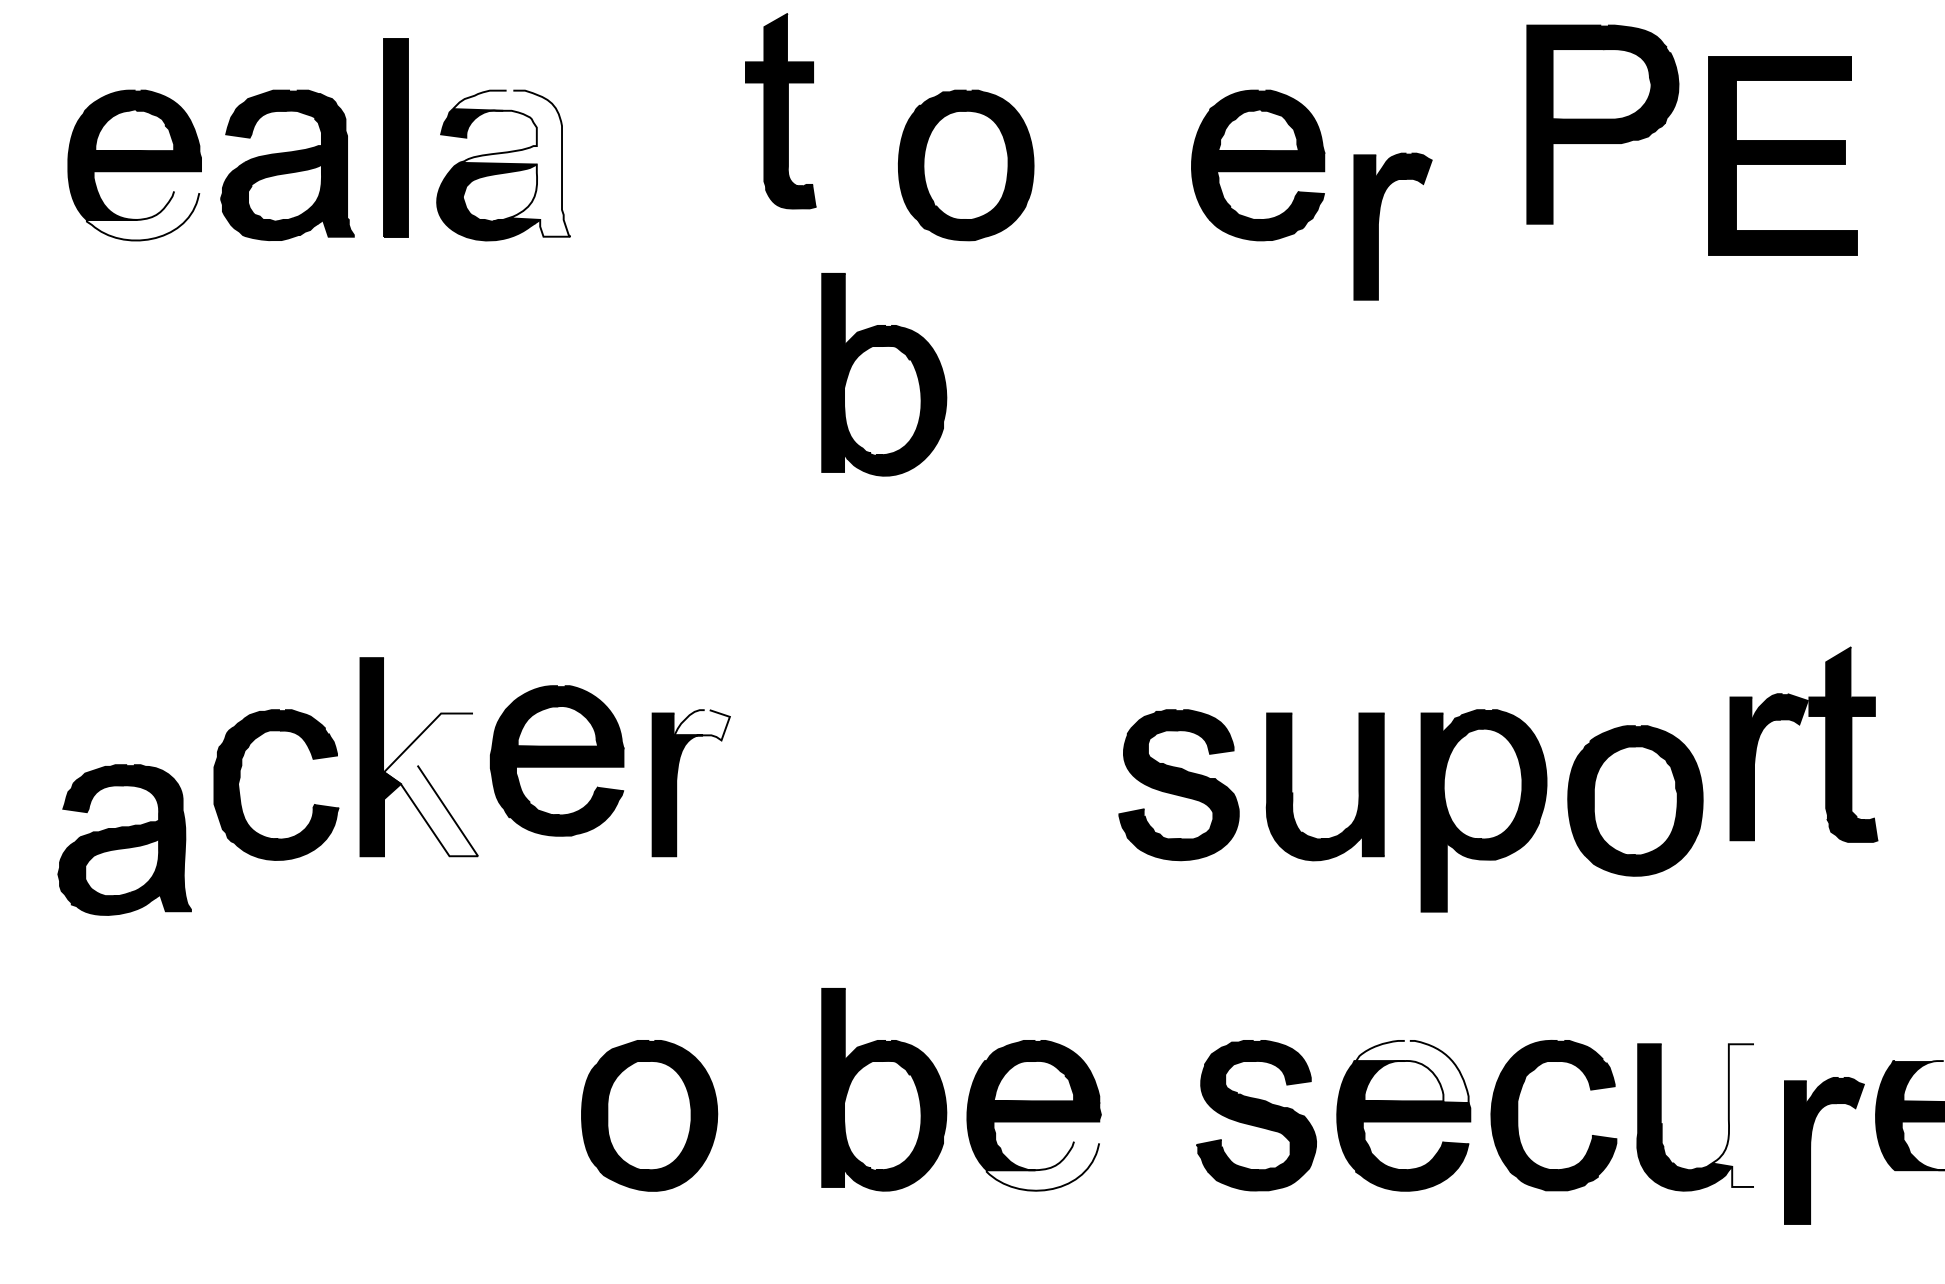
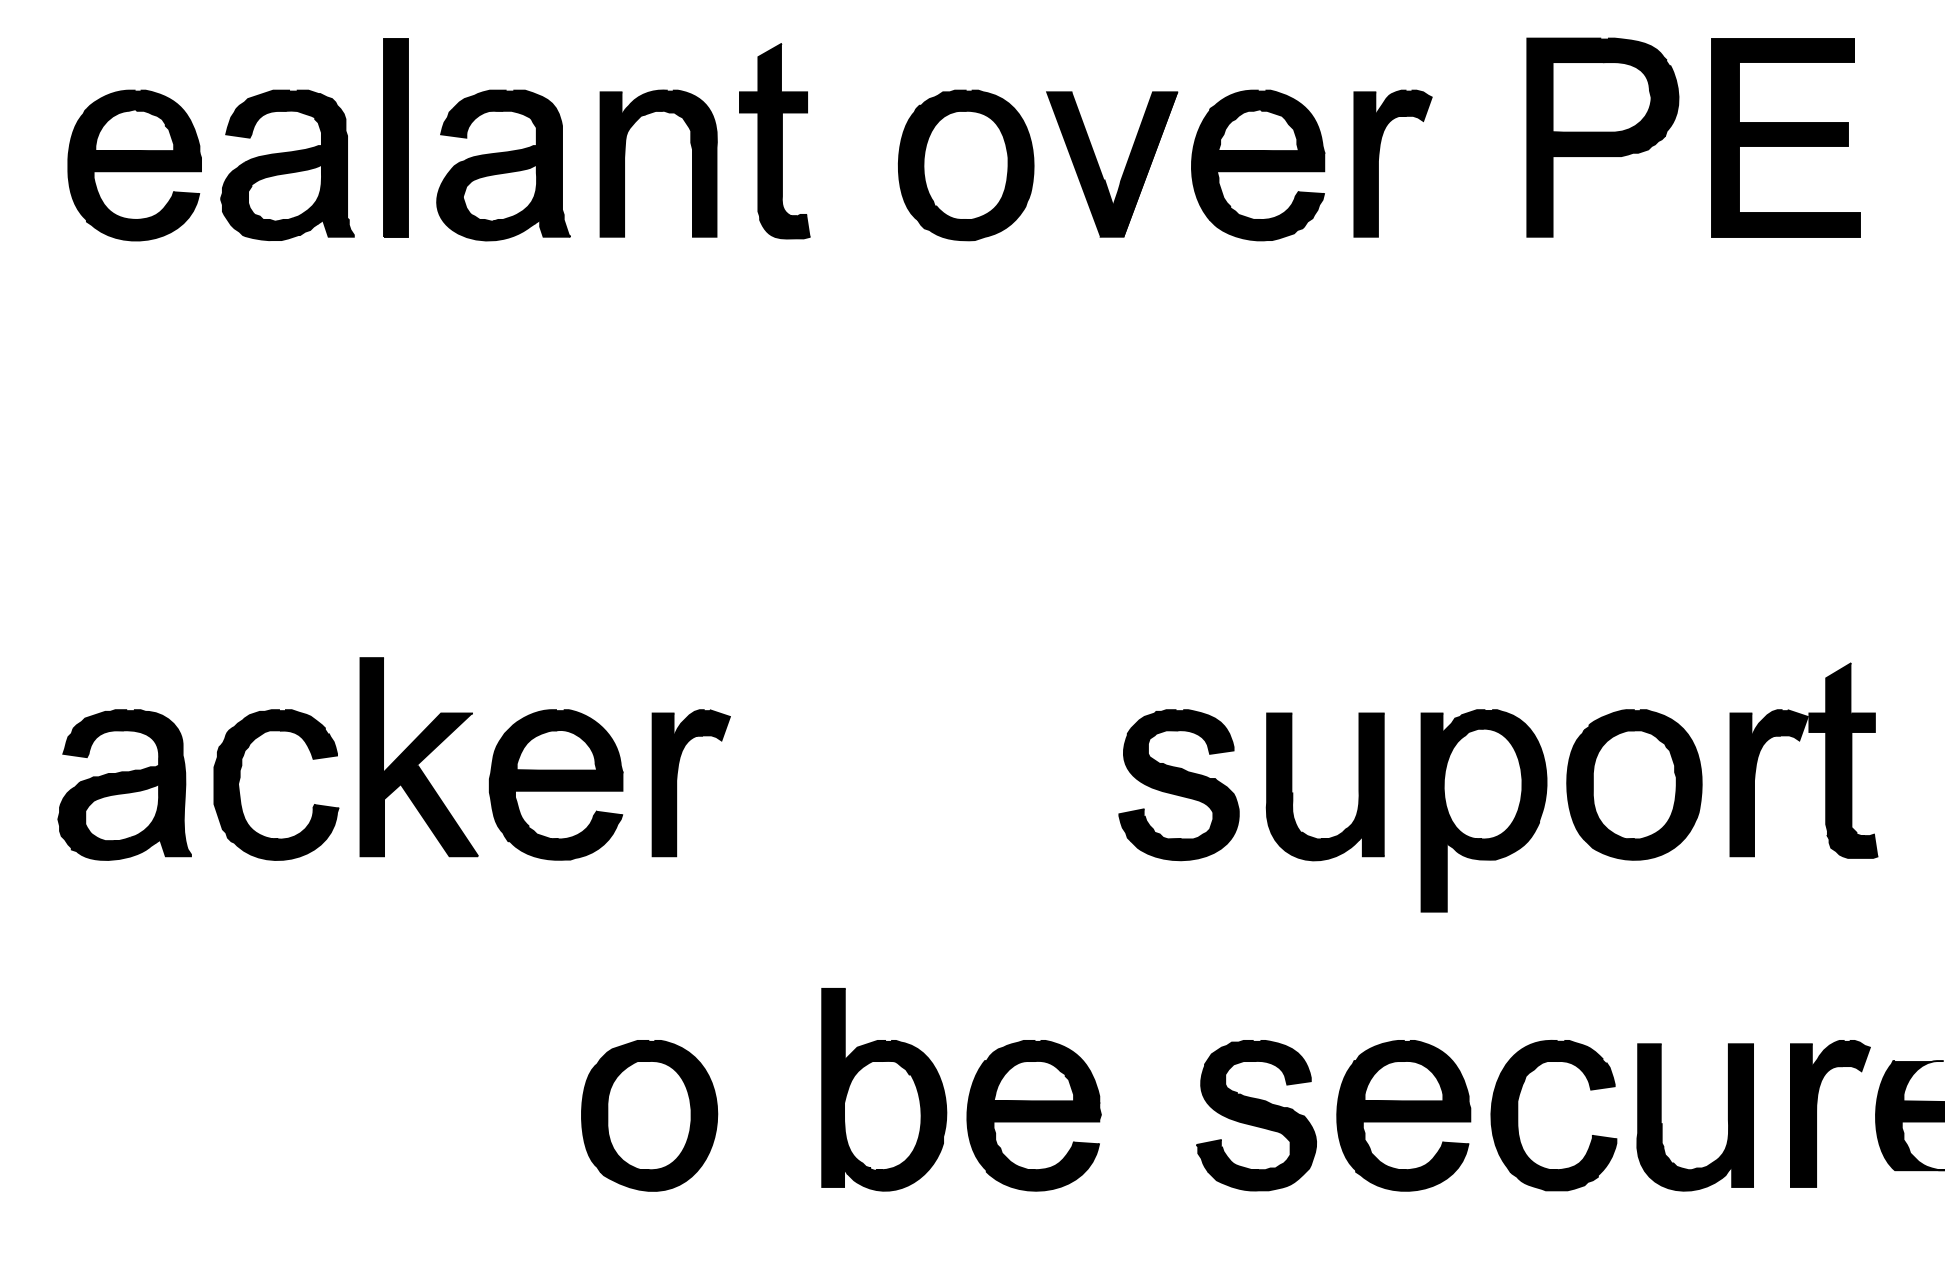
part at (780, 111) position: (780, 111) -> (774, 141)
part at (1602, 124) position: (1602, 124) -> (1602, 137)
part at (1782, 155) position: (1782, 155) -> (1785, 137)
part at (625, 156): none -> present
fill at (511, 163): none -> present
part at (1100, 168): none -> present
fill at (142, 215): none -> present
part at (1378, 226) position: (1378, 226) -> (1378, 163)
part at (884, 374): present -> none
fill at (701, 725): none -> present
part at (1799, 725) position: (1799, 725) -> (1799, 741)
part at (556, 760) position: (556, 760) -> (555, 784)
fill at (431, 784): none -> present
part at (1635, 800) position: (1635, 800) -> (1634, 784)
part at (124, 839) position: (124, 839) -> (124, 784)
fill at (1412, 1071): none -> present
fill at (1733, 1115): none -> present
part at (1811, 1146) position: (1811, 1146) -> (1817, 1109)
fill at (1042, 1165): none -> present
